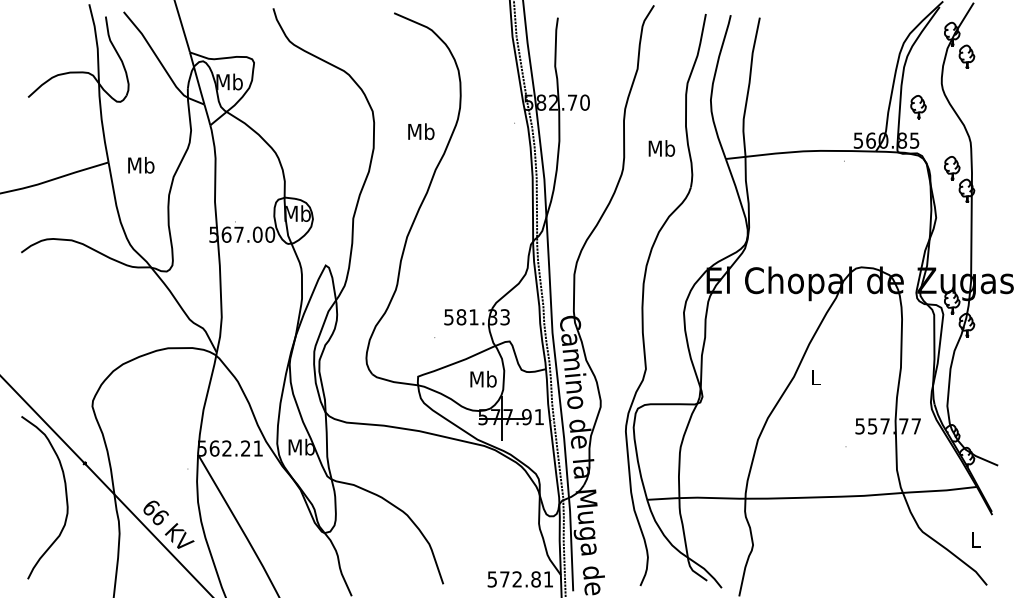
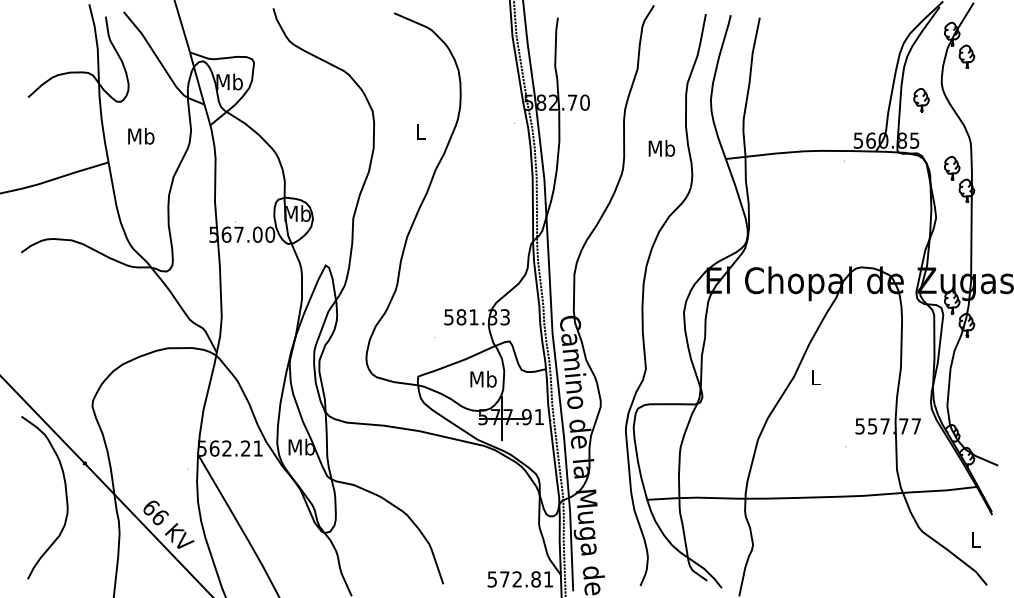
part at (918, 107) position: (918, 107) -> (921, 100)
text at (421, 131): Mb -> L
text at (141, 165) position: (141, 165) -> (141, 136)
